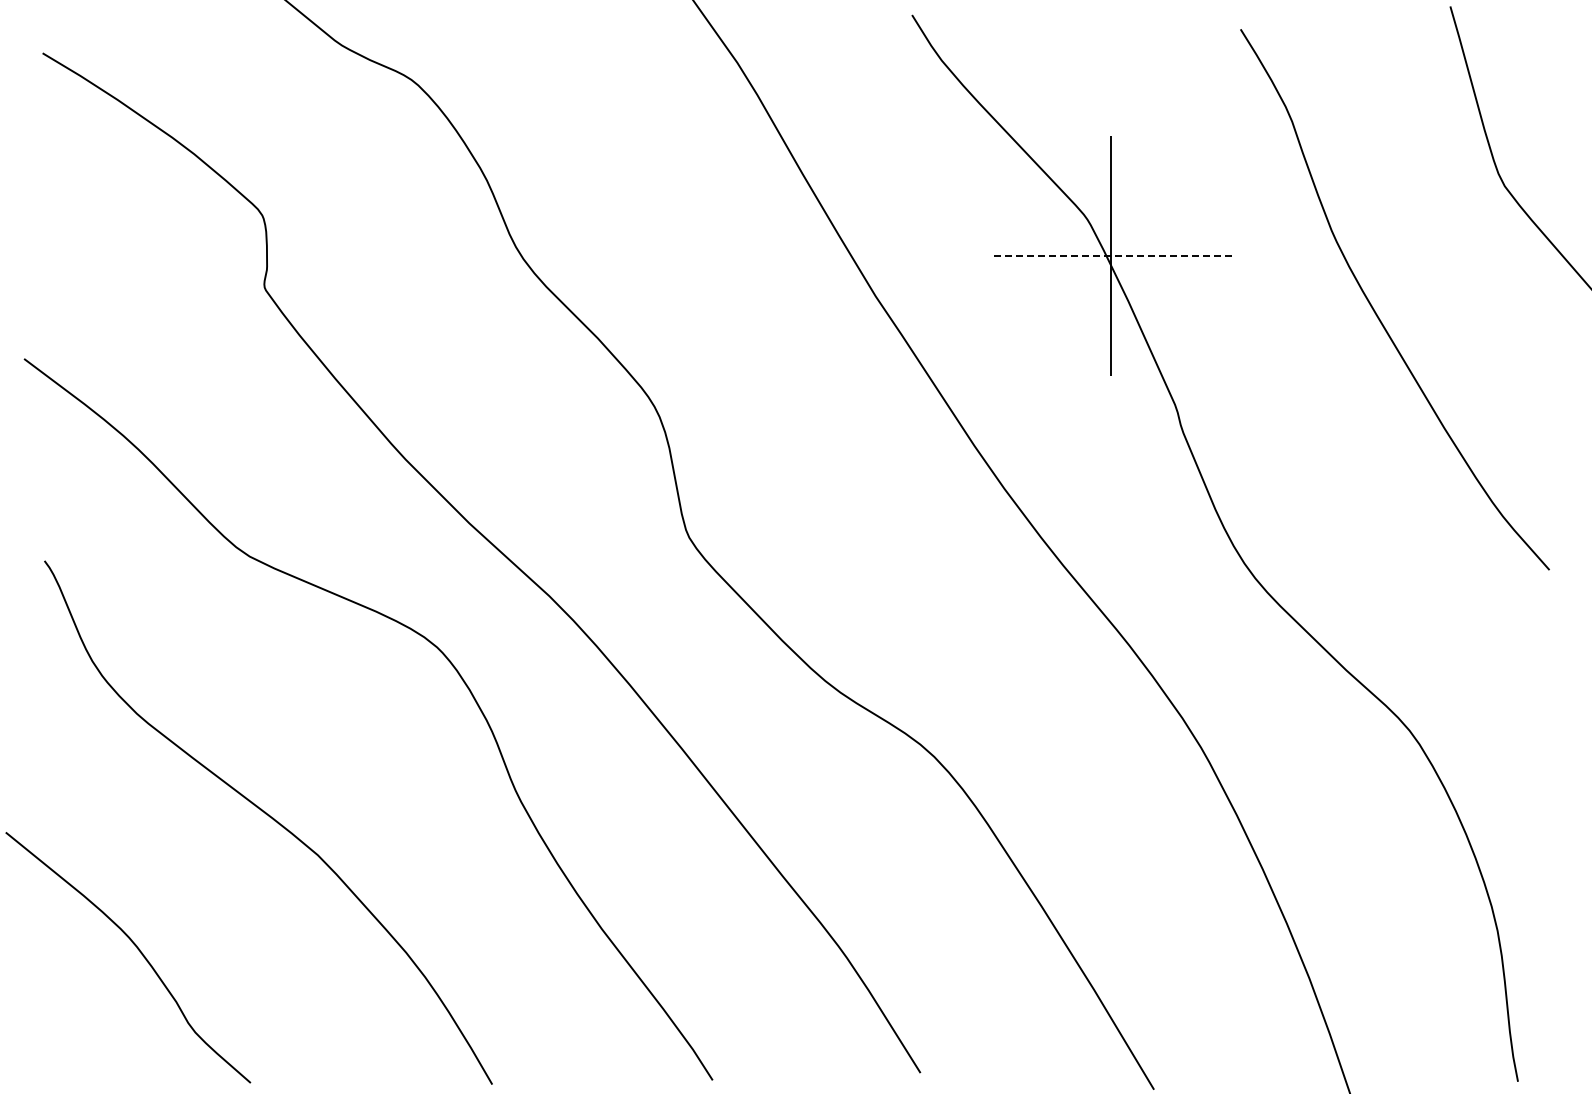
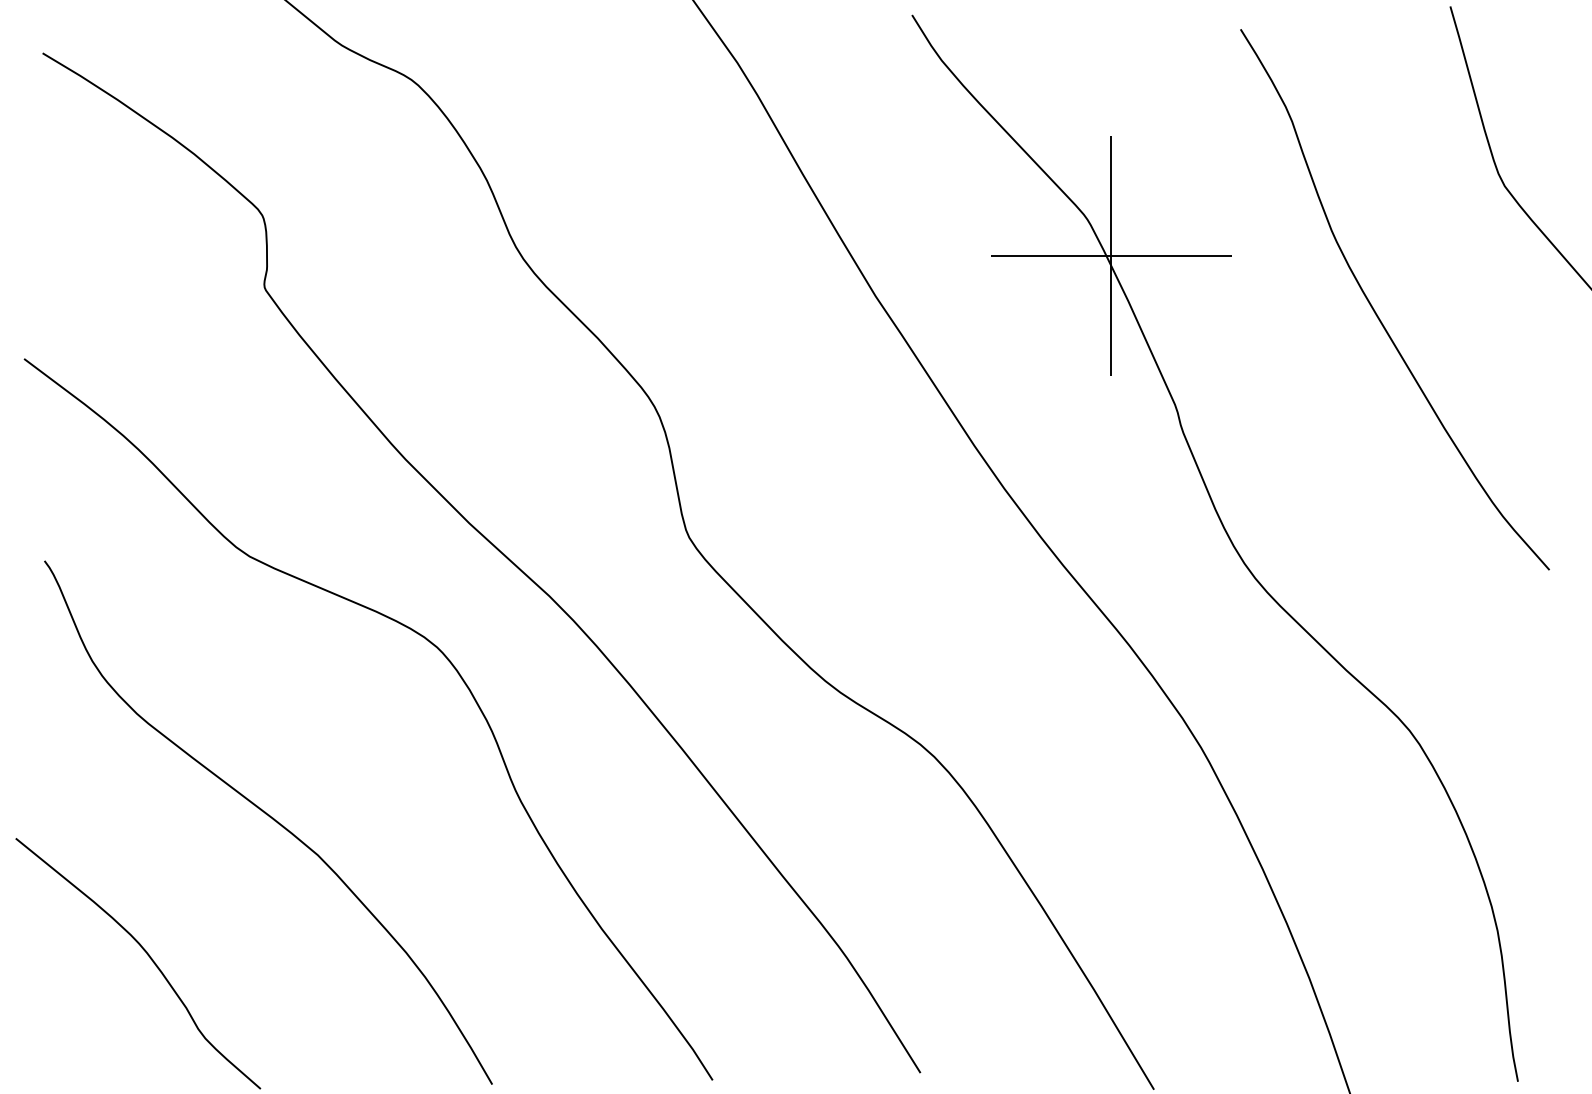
line at (1110, 256): dashed -> solid
curve at (137, 949) position: (137, 949) -> (147, 955)
